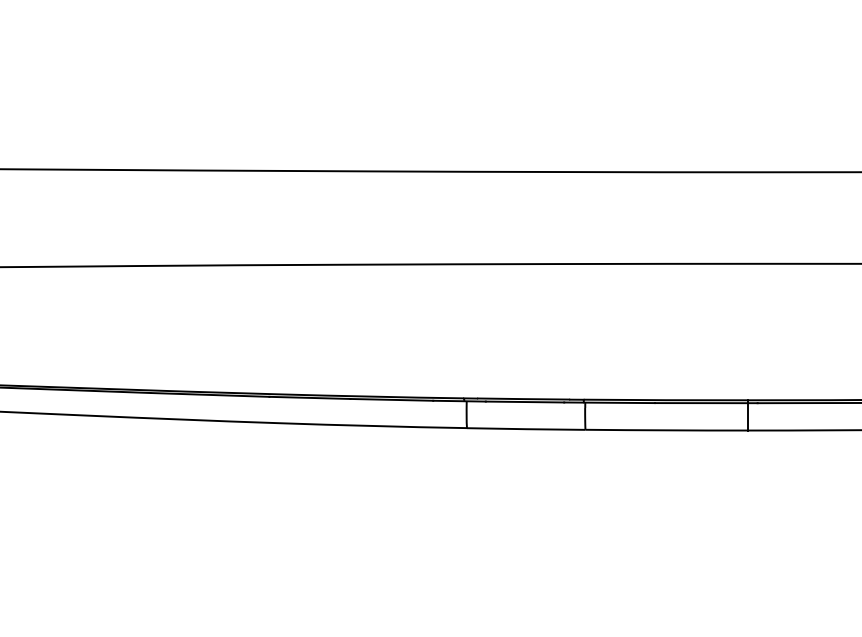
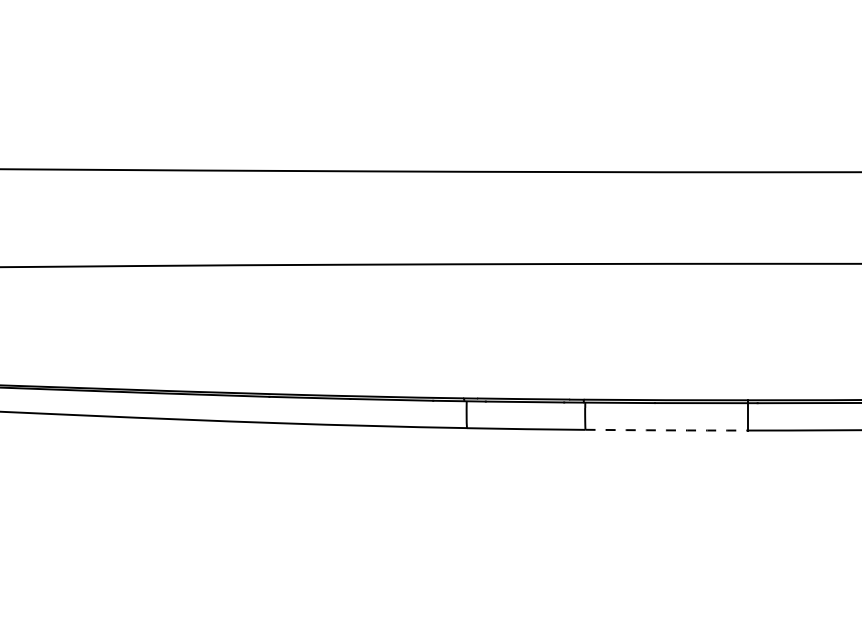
arc at (666, 430): solid -> dashed
